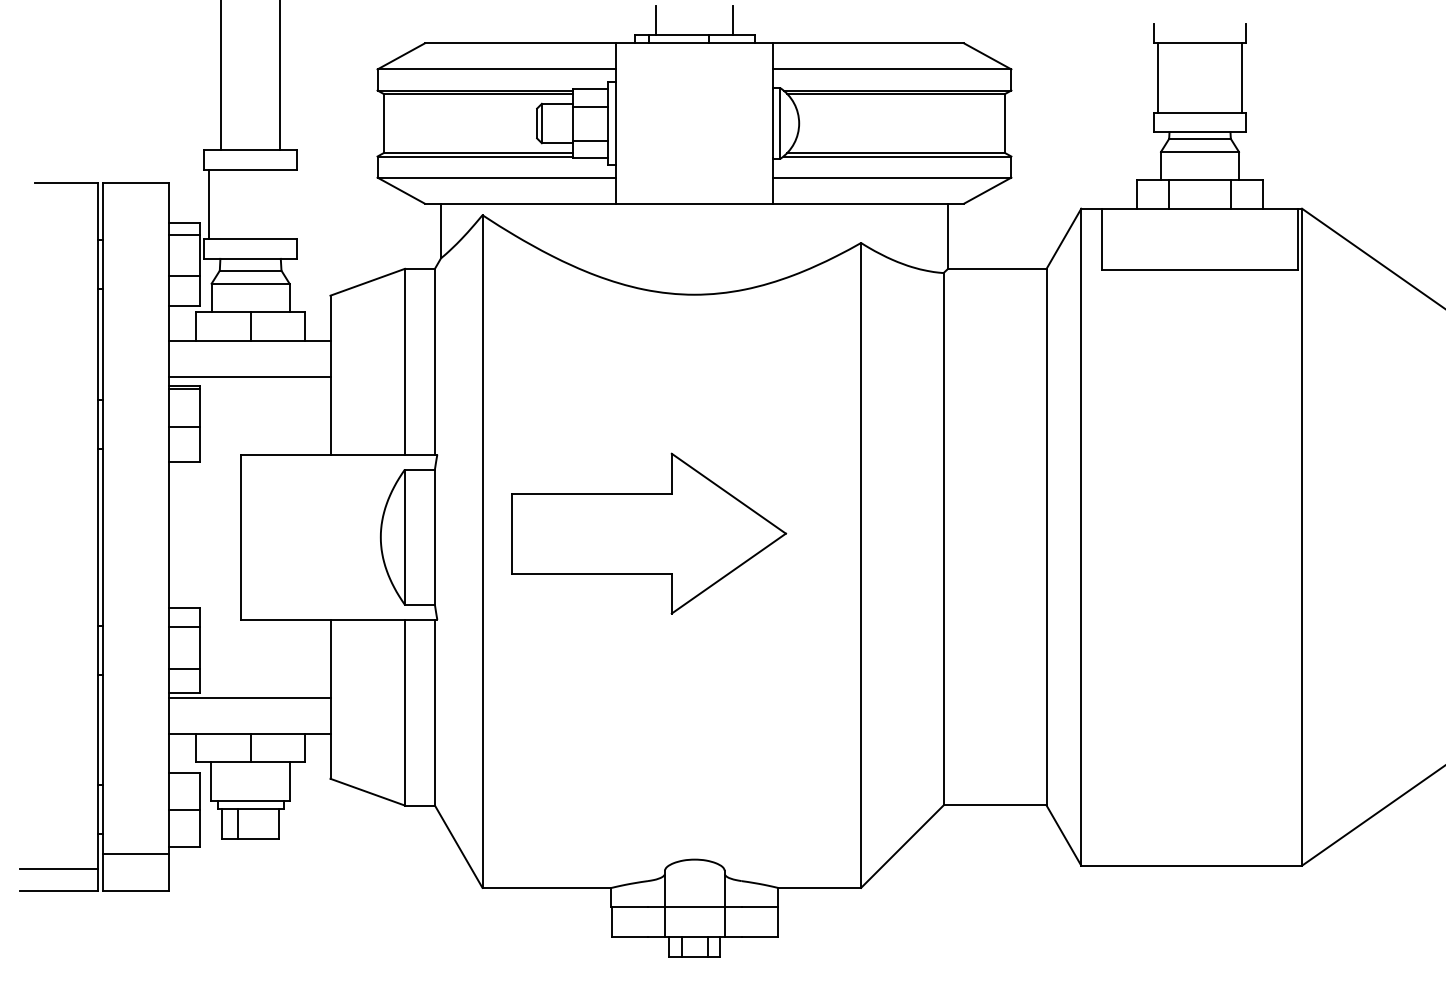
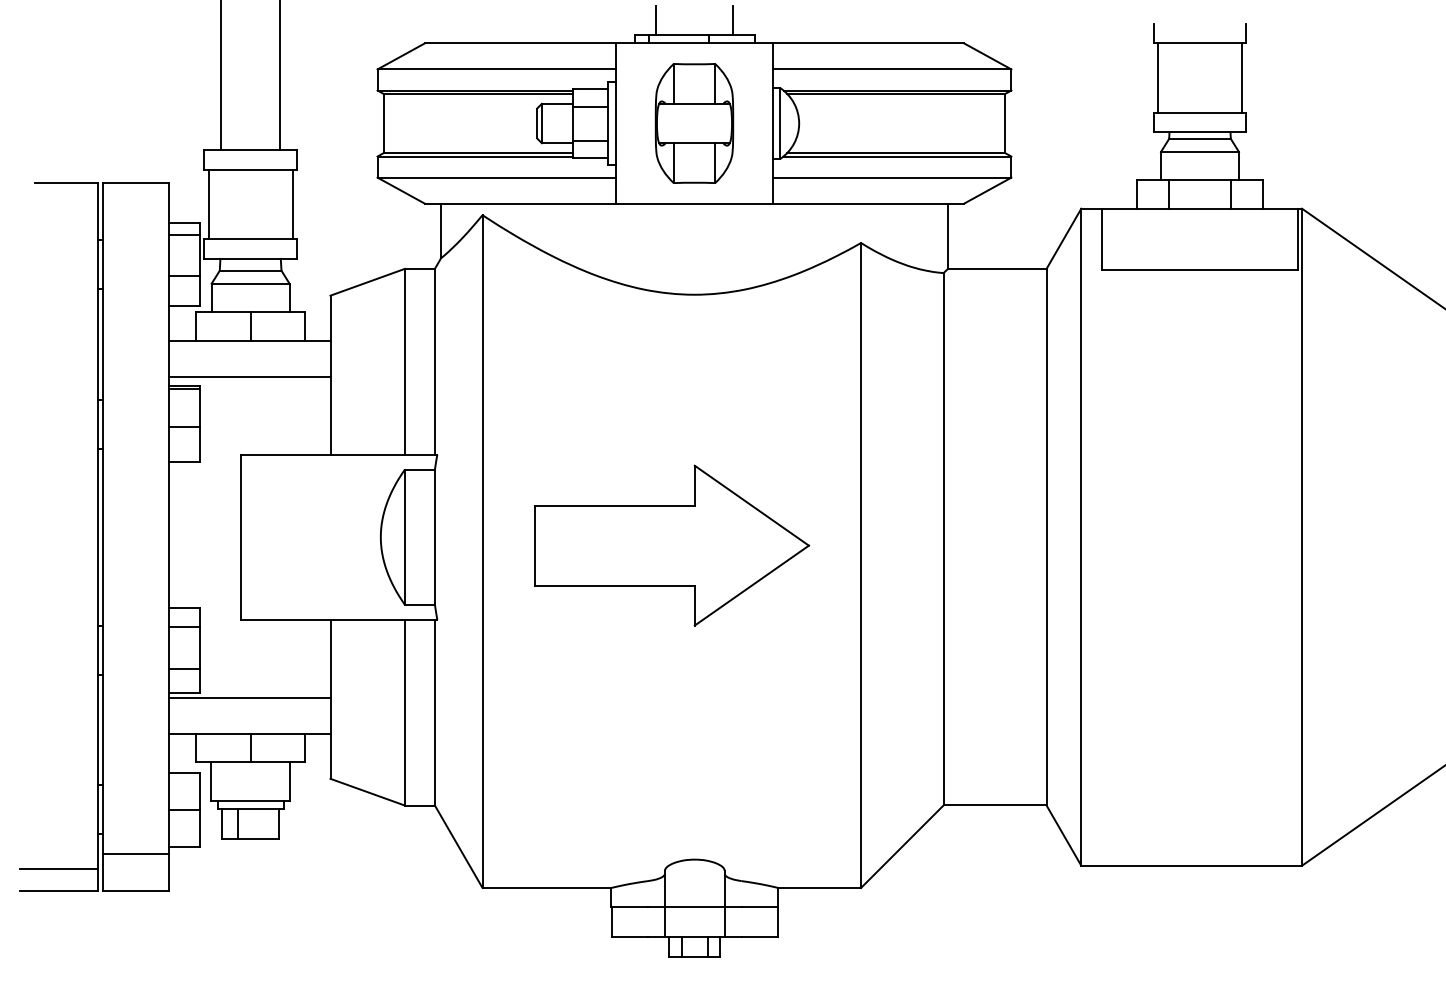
part at (694, 123): none -> present
line at (292, 204): none -> present
part at (649, 533) position: (649, 533) -> (672, 545)
